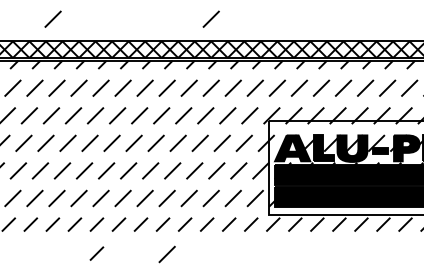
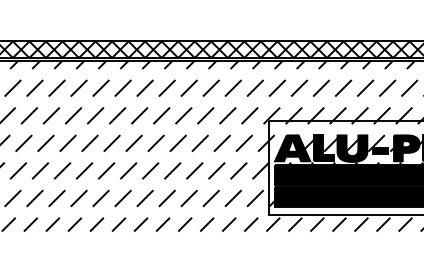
line at (52, 18): present -> none
line at (210, 18): present -> none
line at (96, 253): present -> none
line at (166, 254): present -> none
